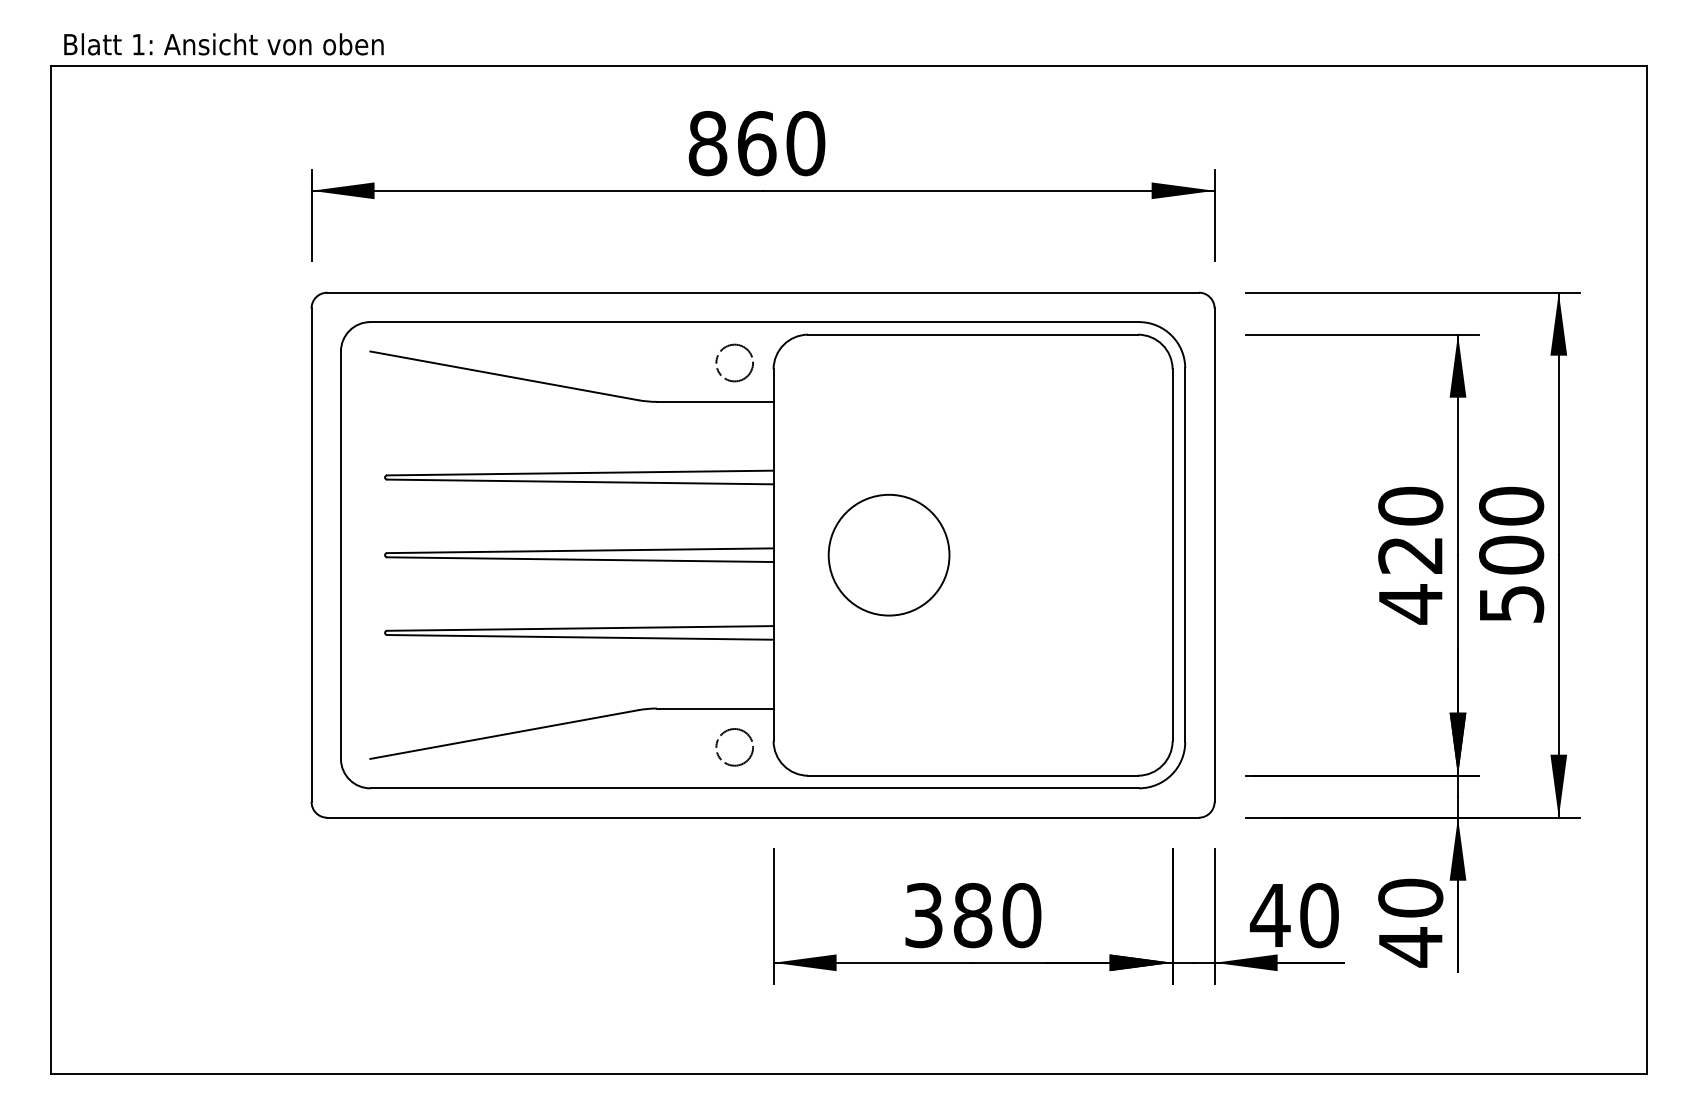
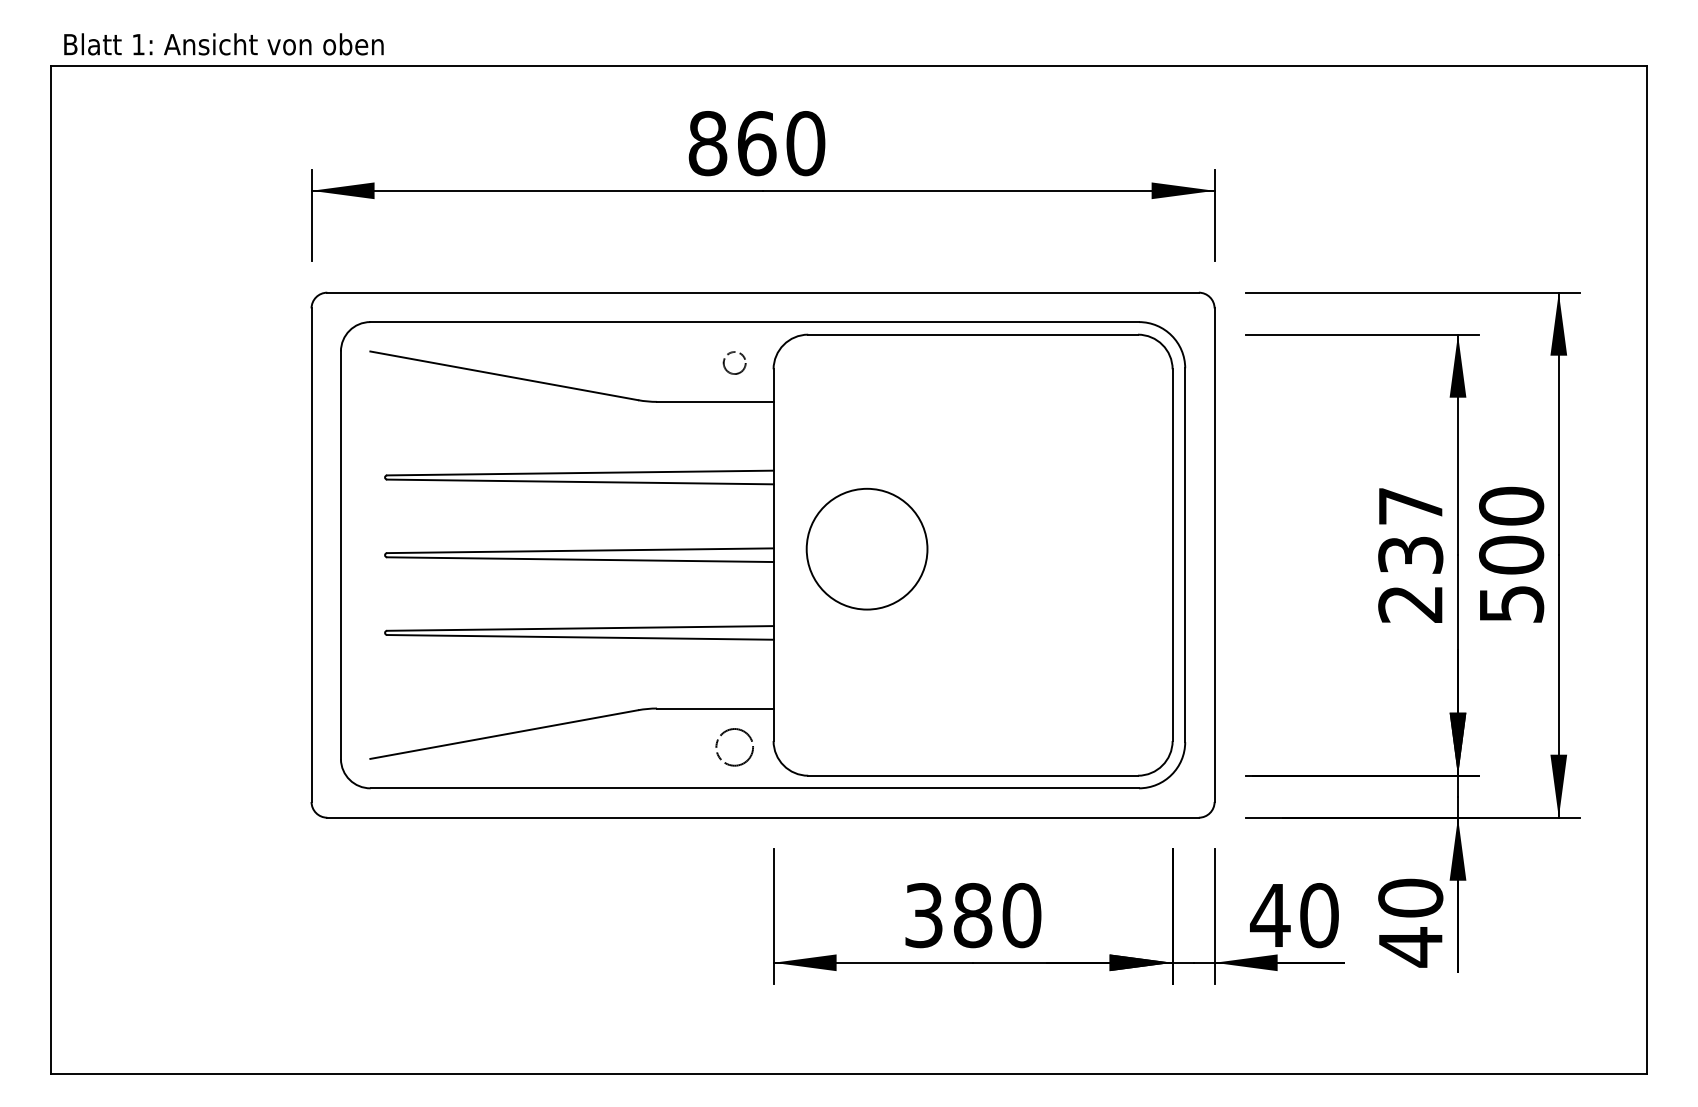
circle at (734, 362) diameter: 37 px -> 22 px
circle at (888, 554) position: (888, 554) -> (866, 548)
text at (1410, 555): 420 -> 237
